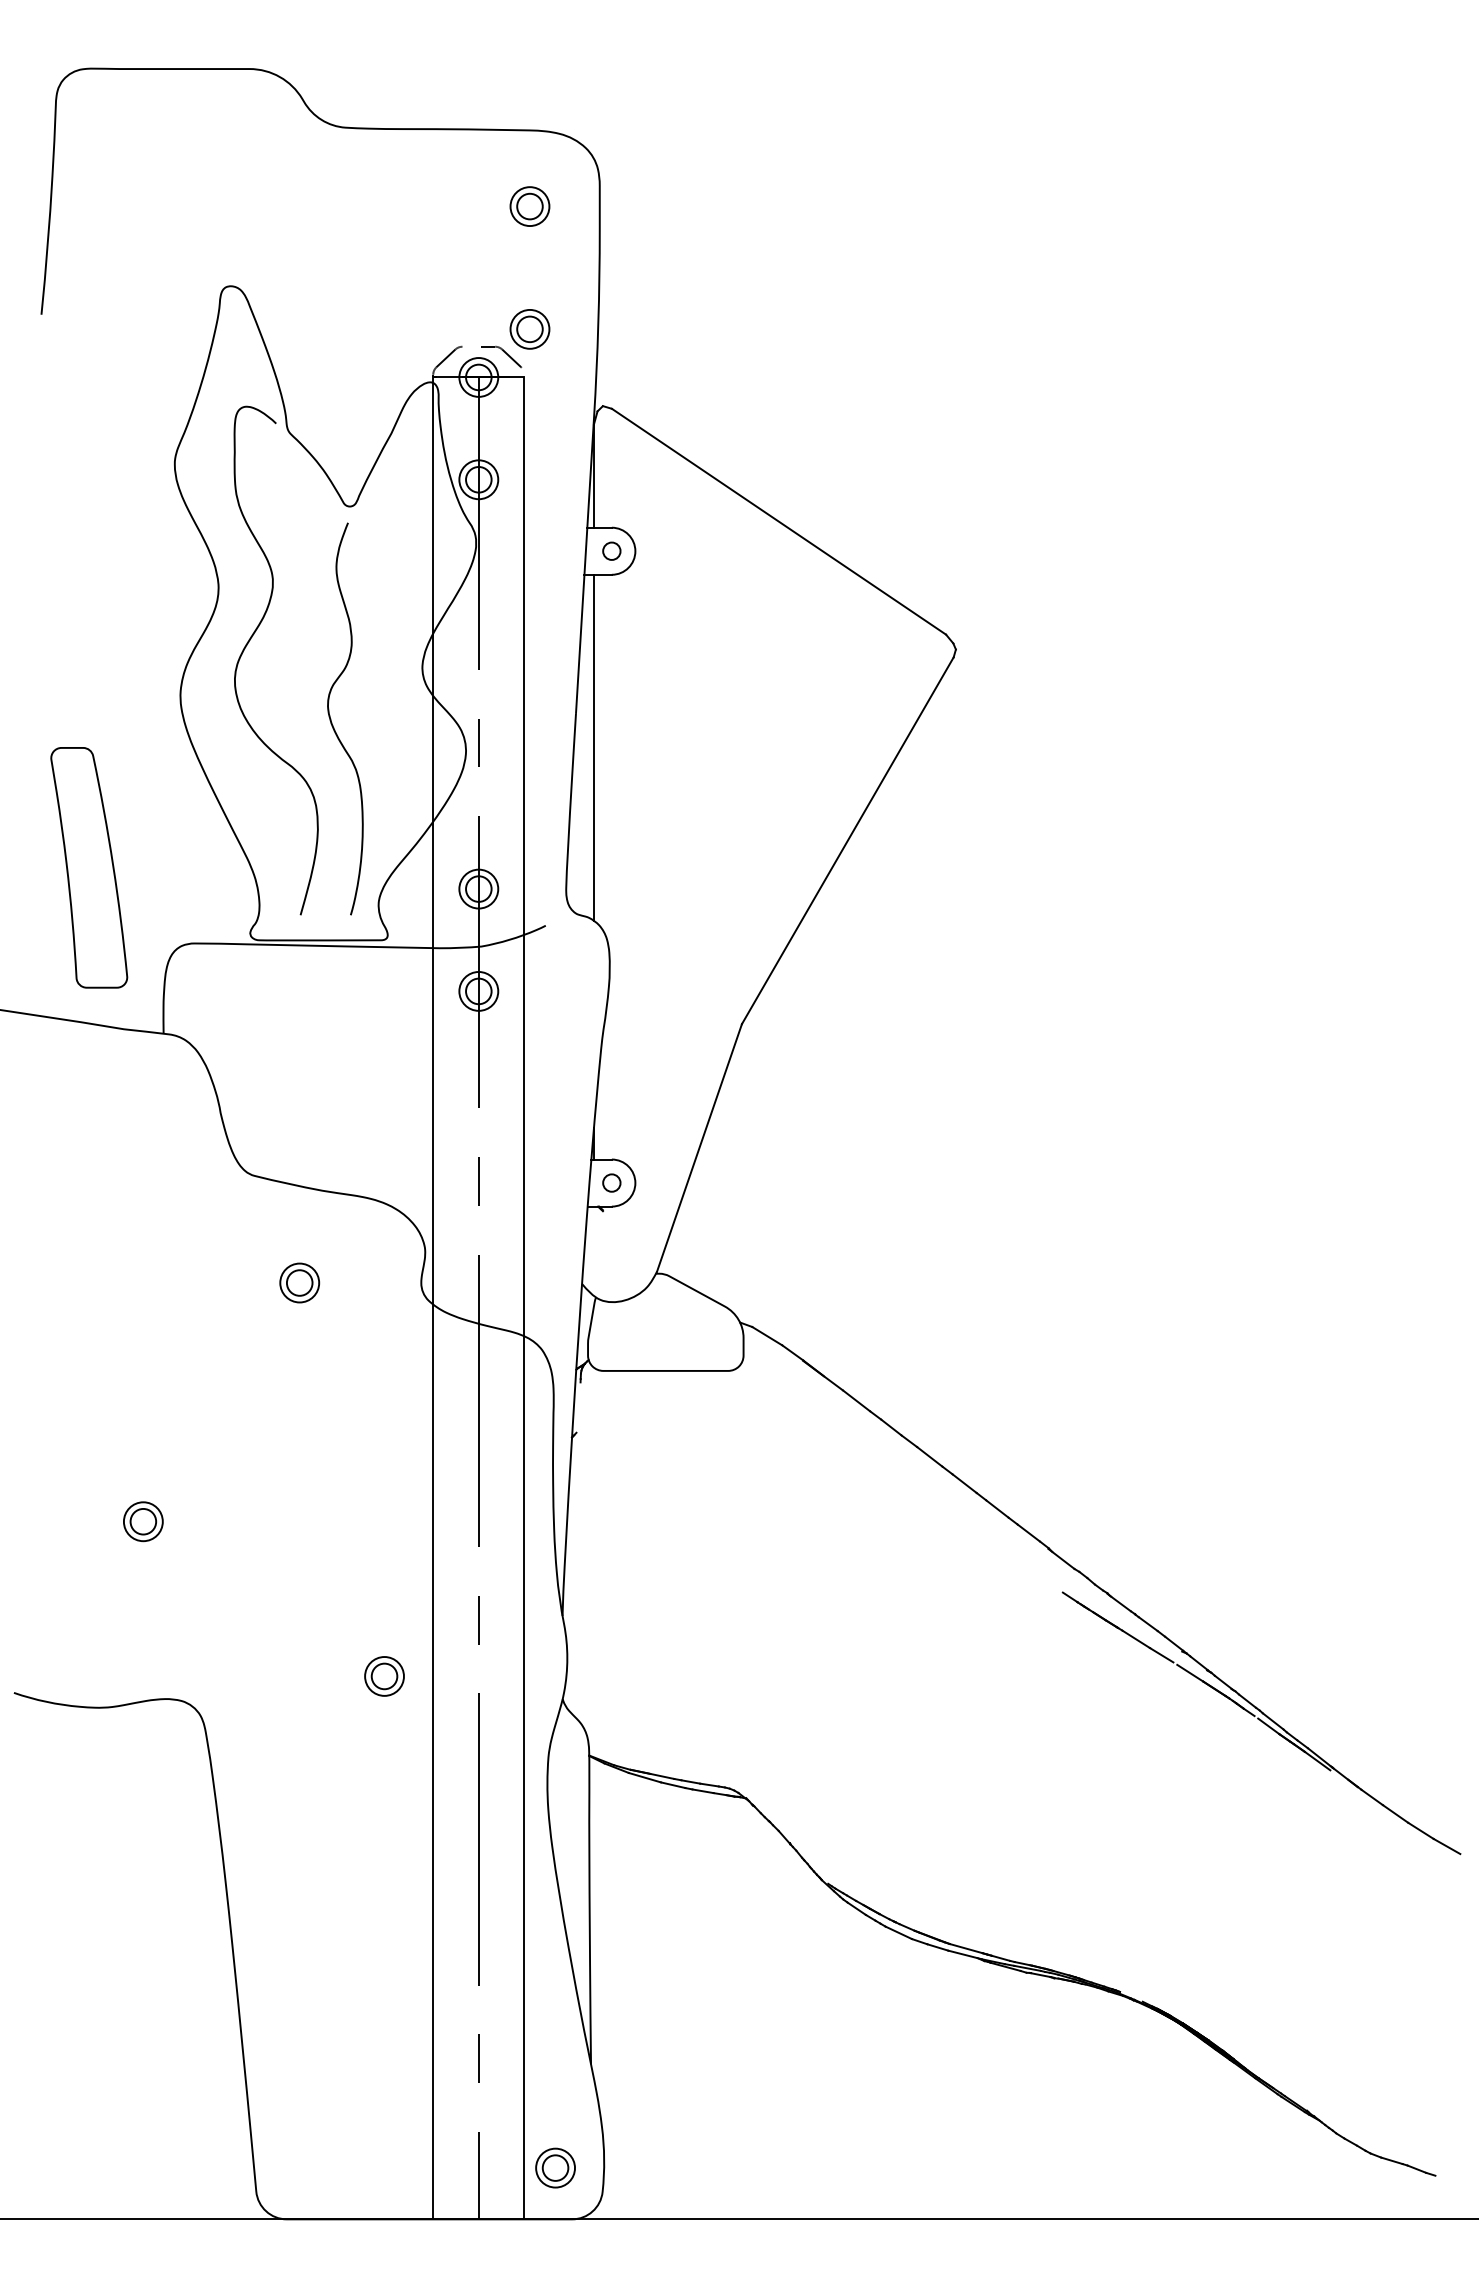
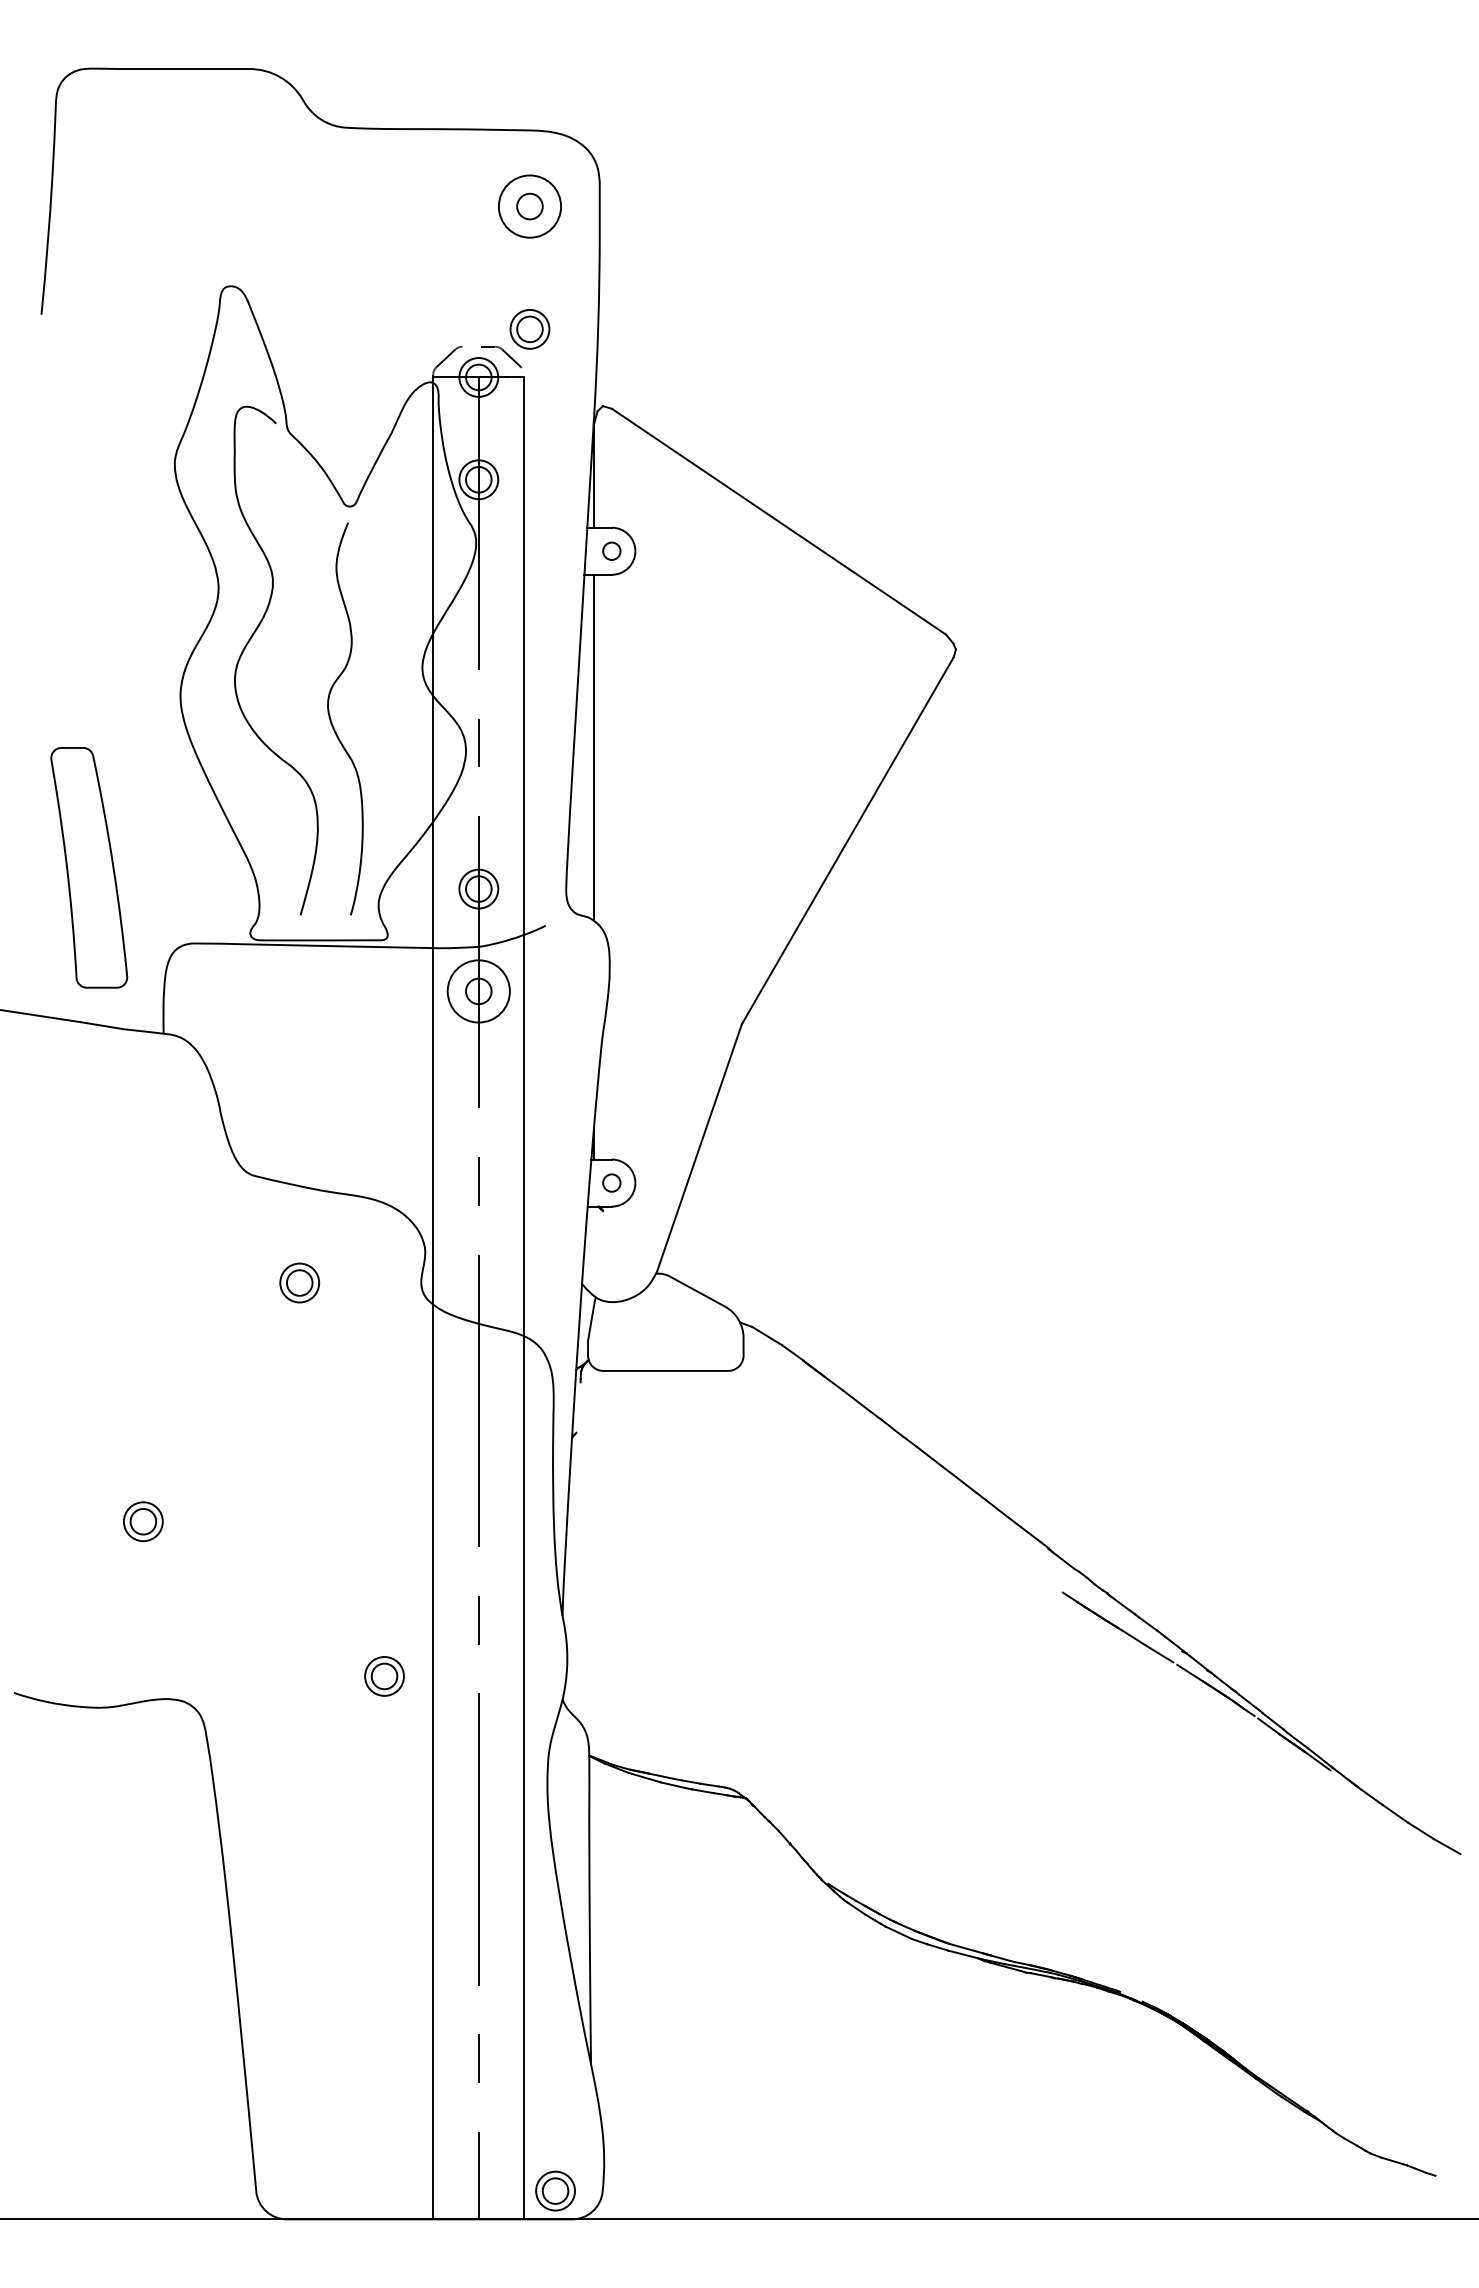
circle at (529, 206) diameter: 39 px -> 62 px
circle at (478, 990) diameter: 39 px -> 62 px
part at (555, 2167) position: (555, 2167) -> (555, 2190)
